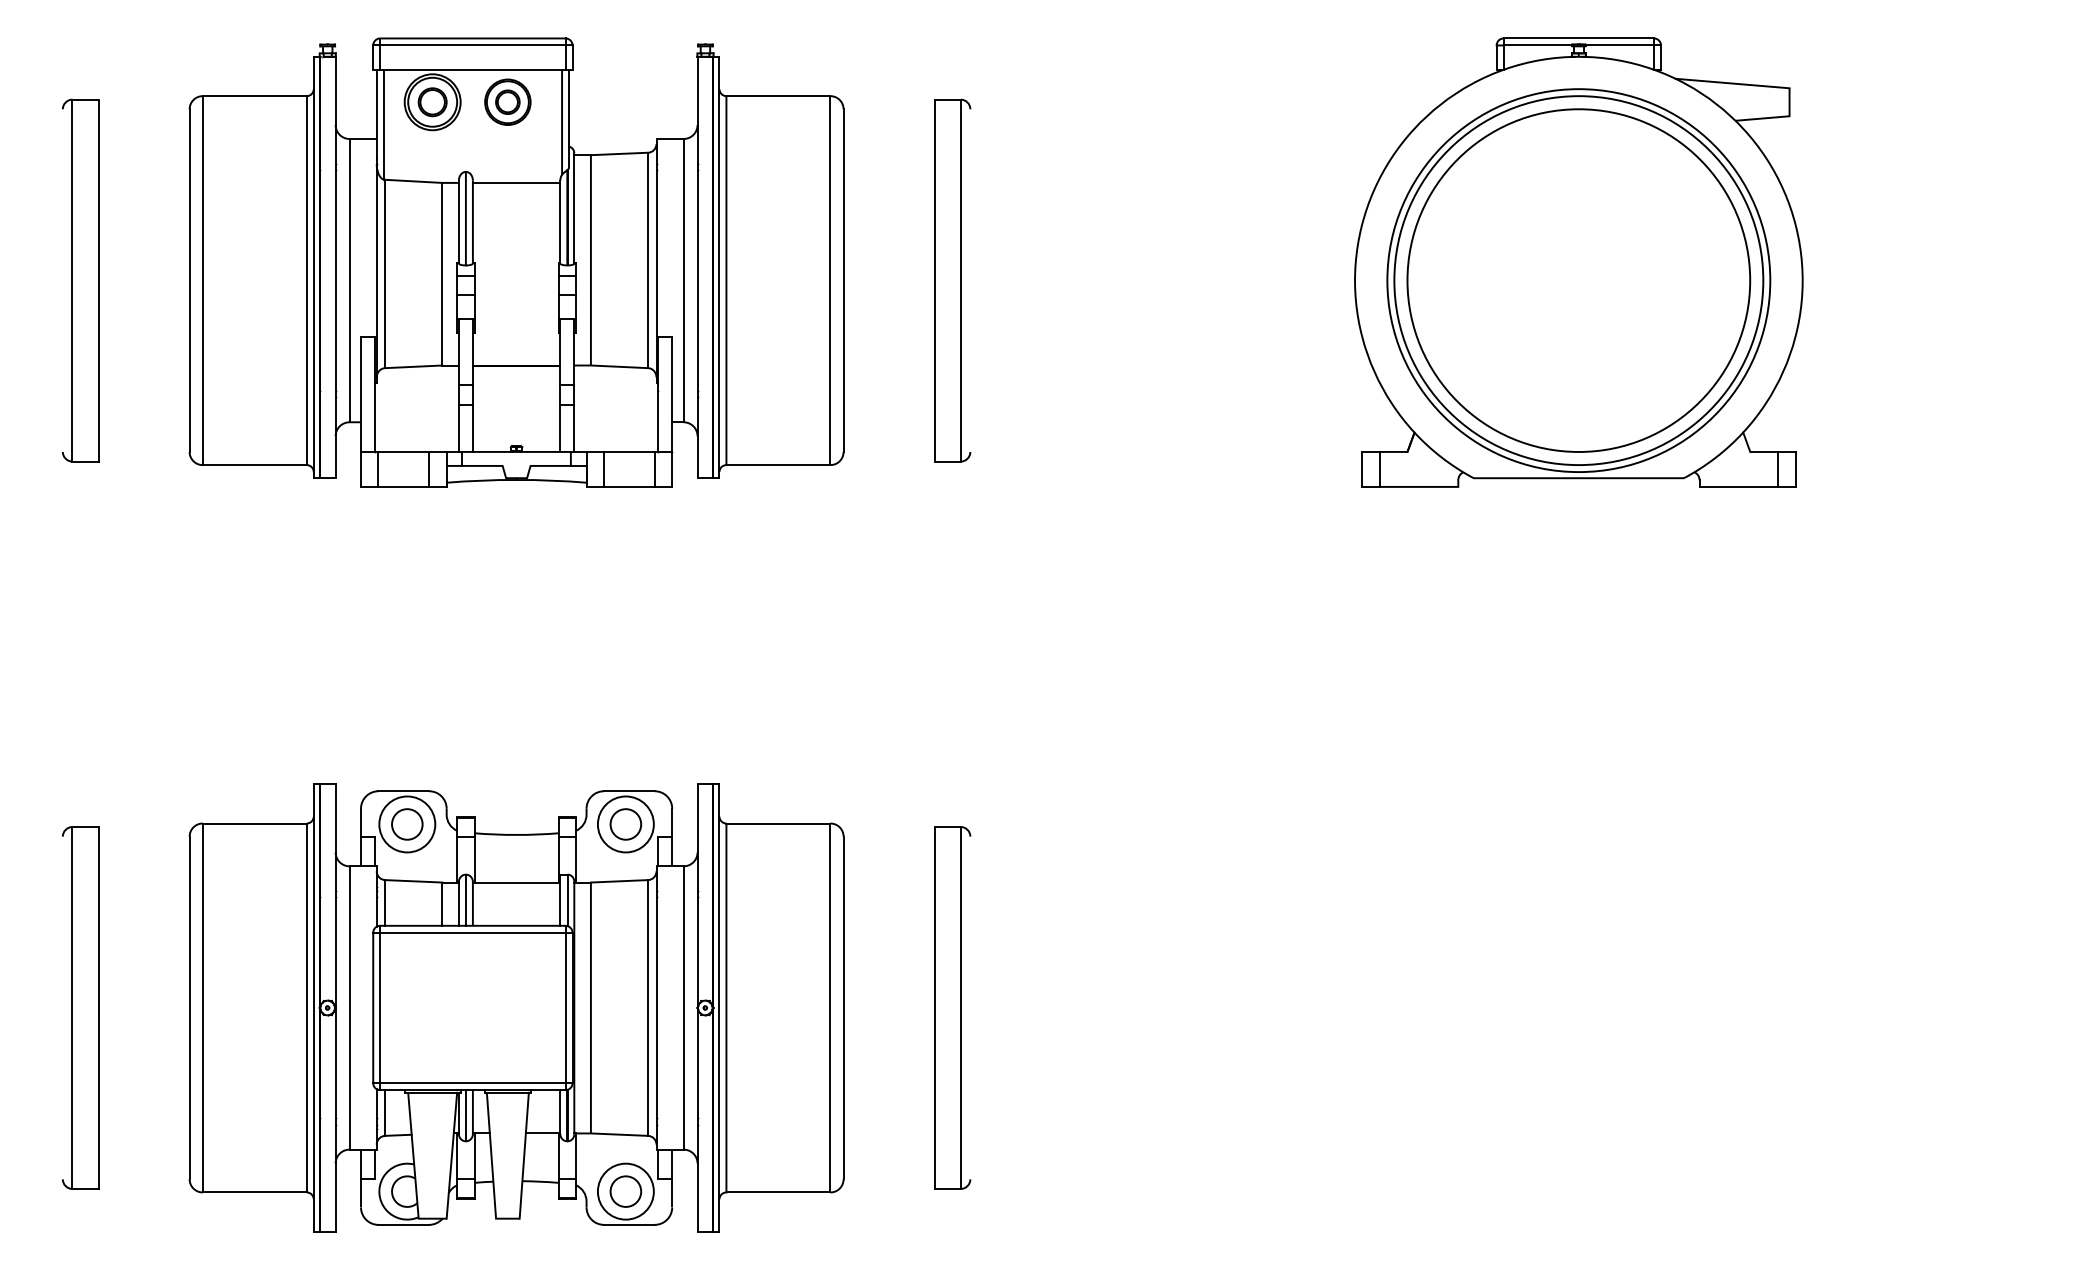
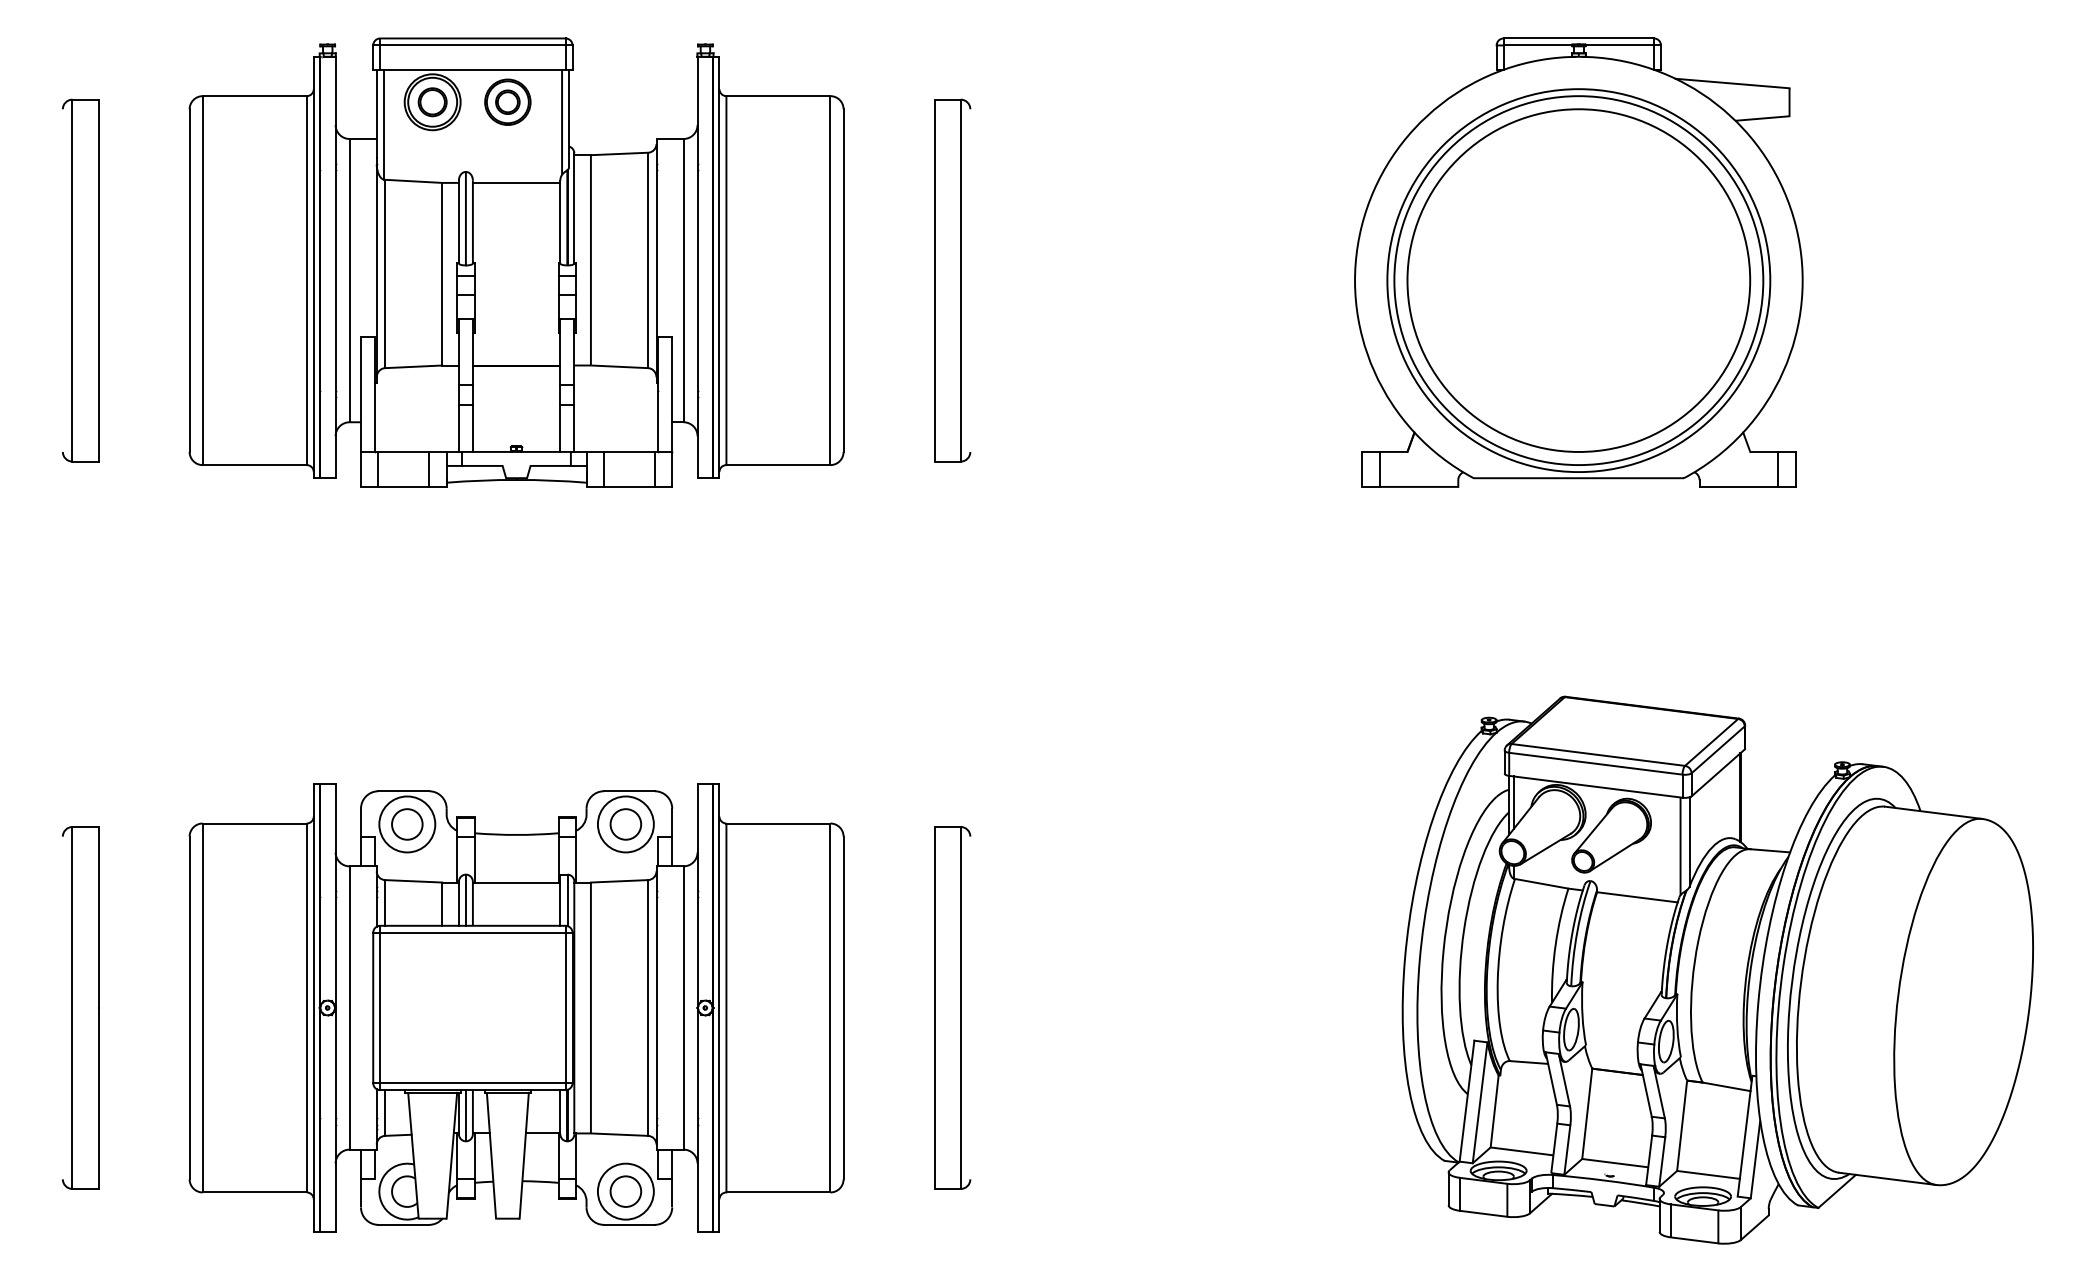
part at (1717, 969): none -> present
